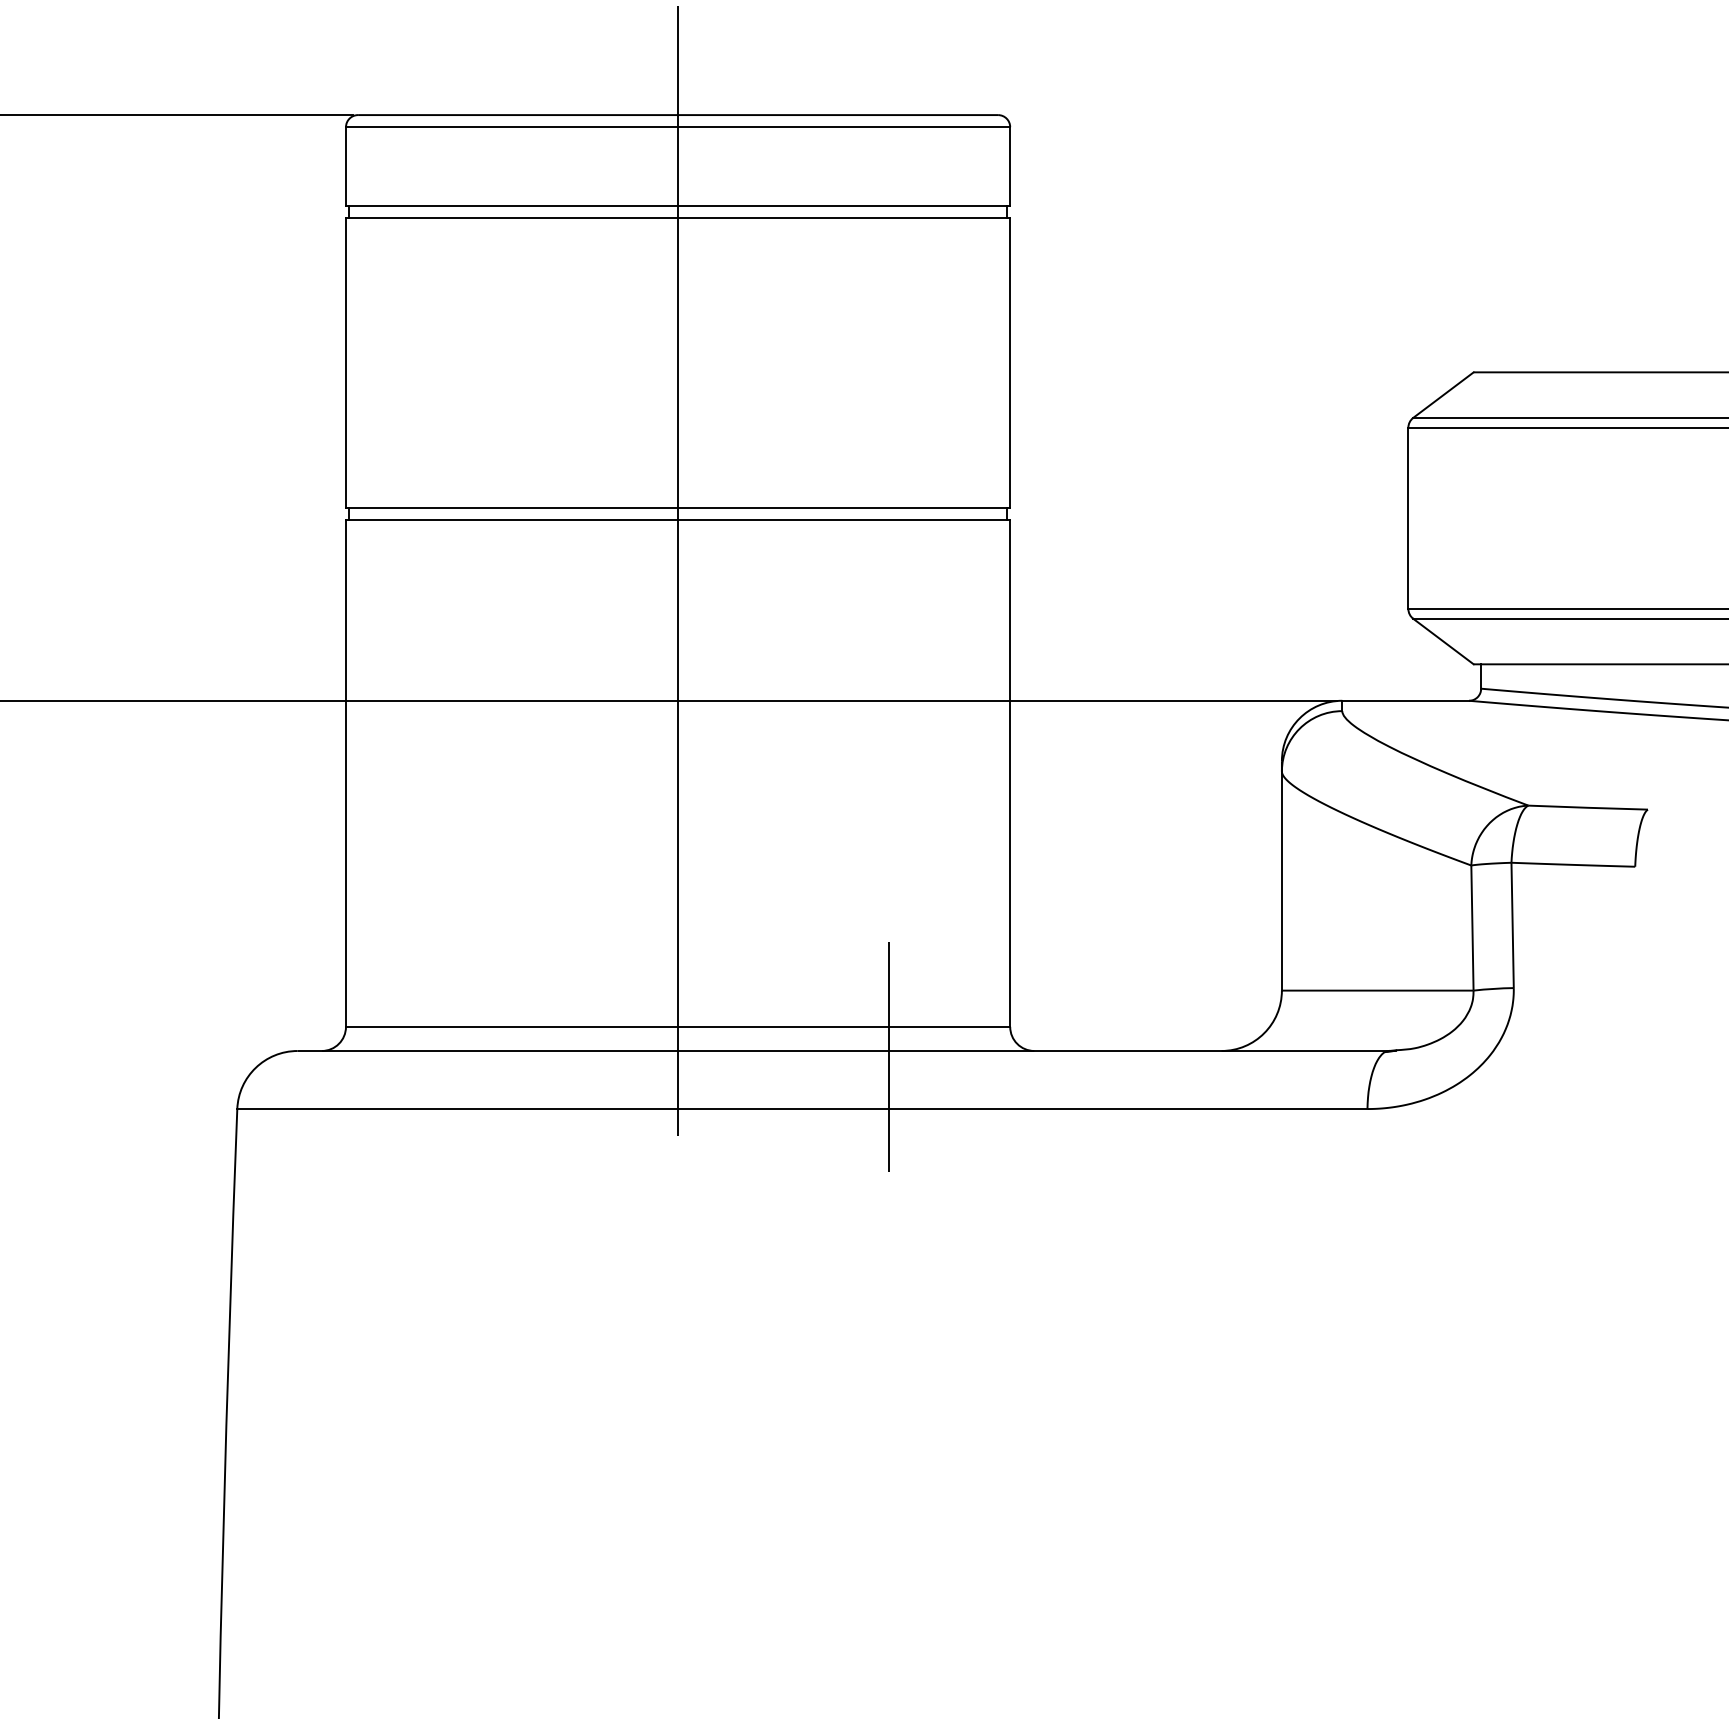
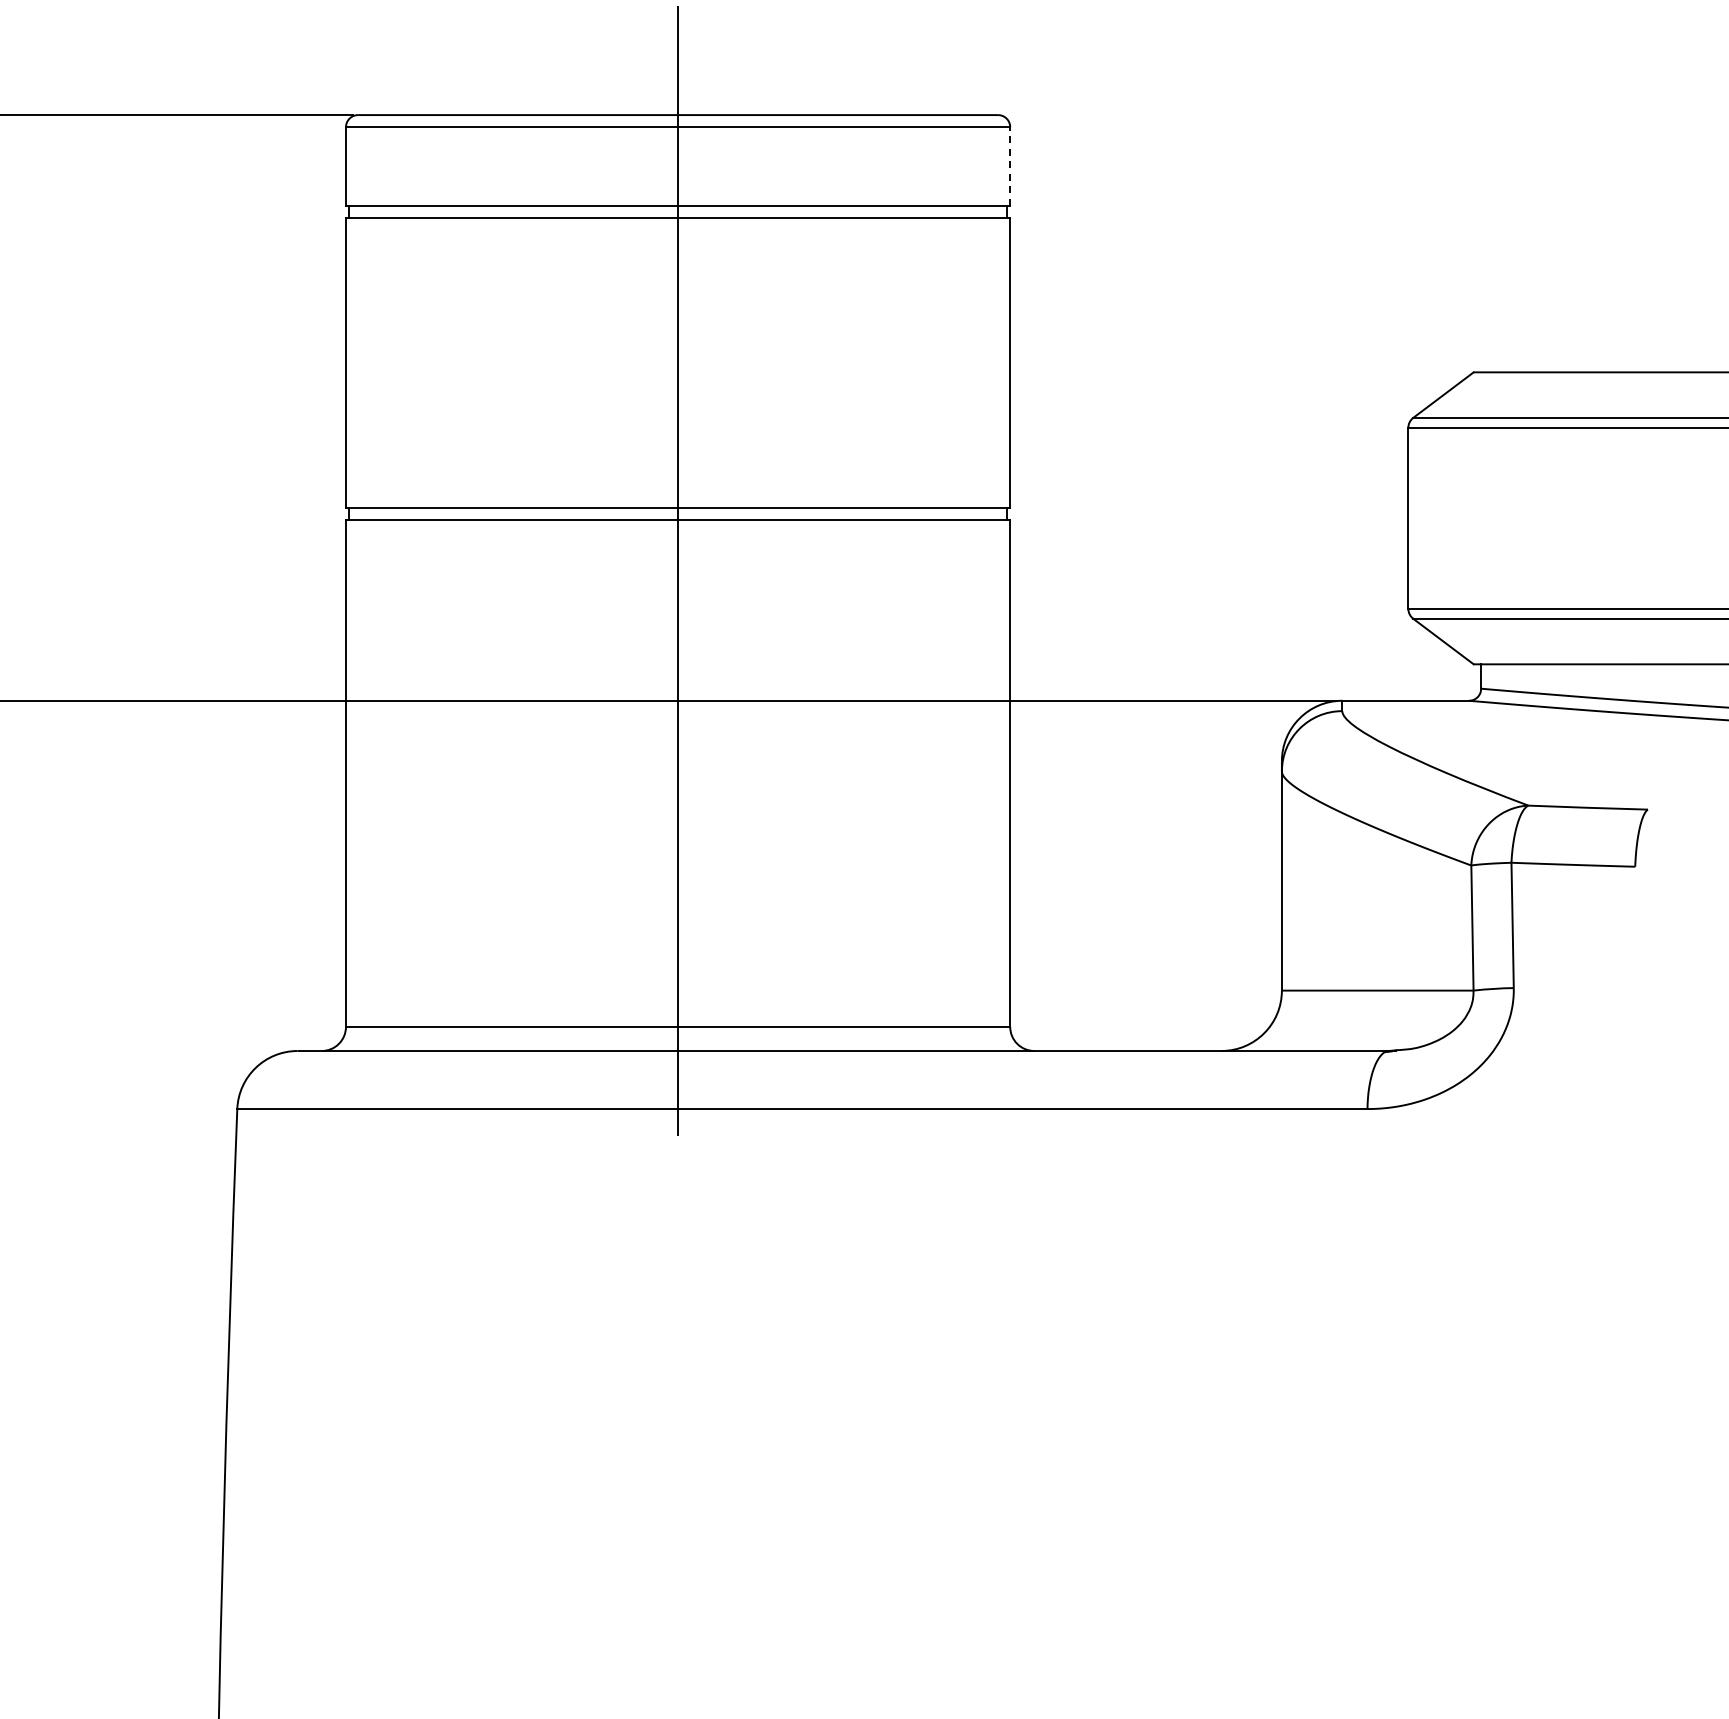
line at (1010, 165): solid -> dashed
line at (889, 1056): present -> none
